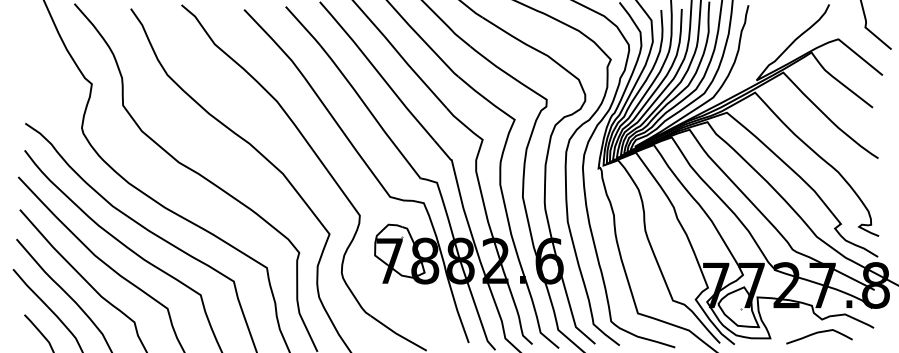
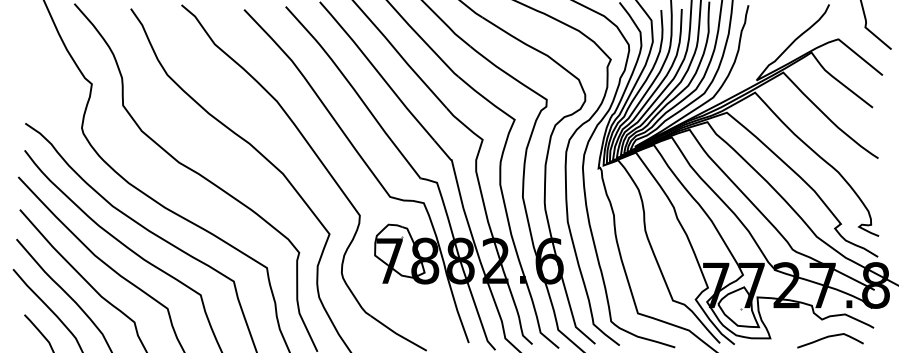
curve at (819, 333) position: (819, 333) -> (830, 337)
